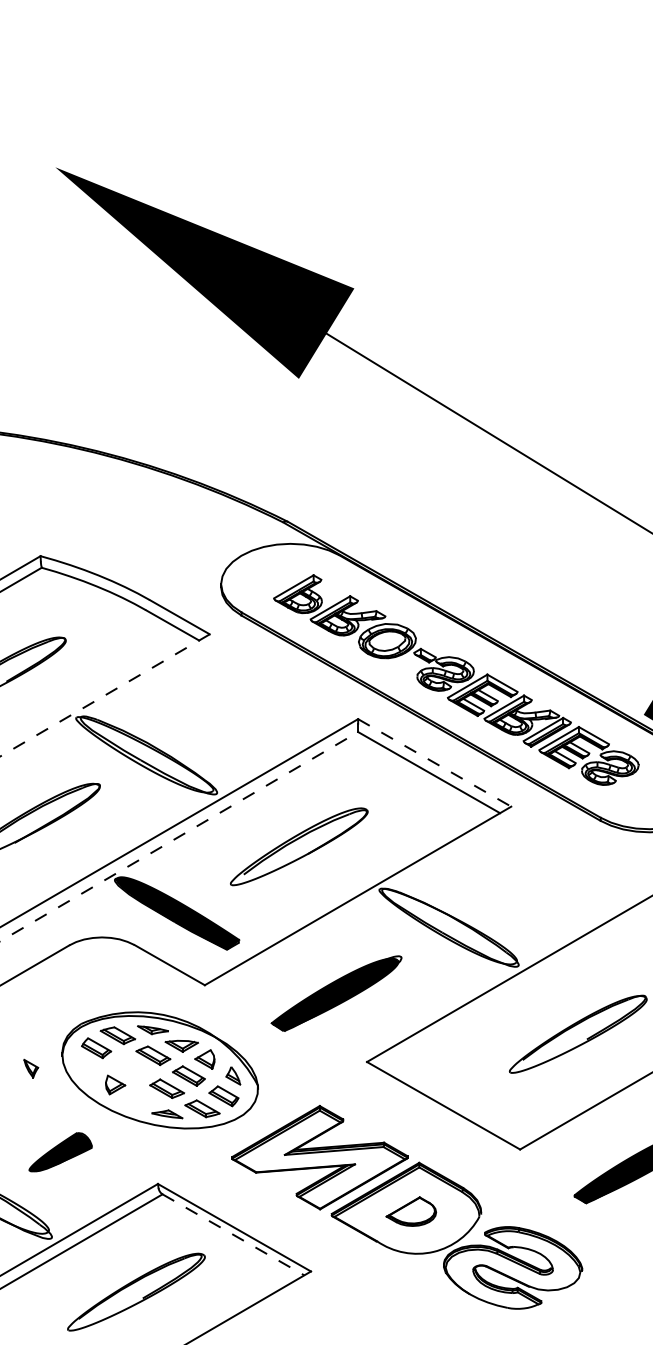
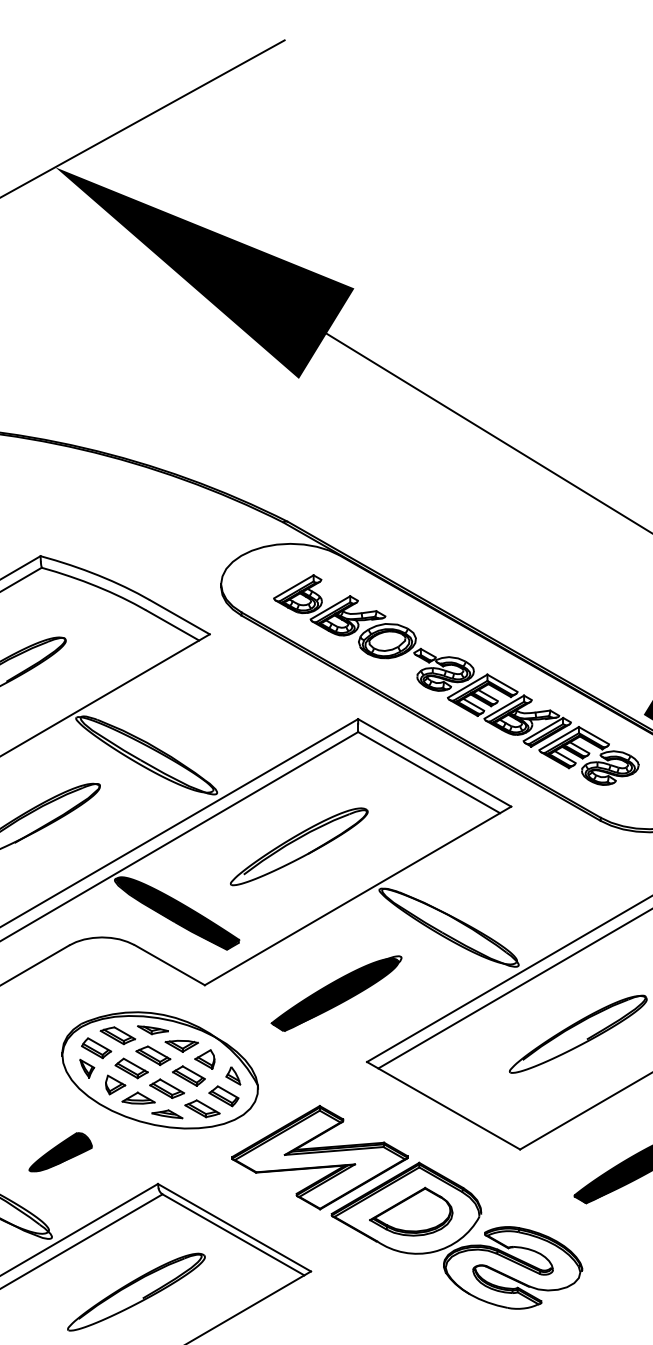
line at (143, 118): none -> present
line at (105, 695): dashed -> solid
line at (435, 763): dashed -> solid
line at (179, 836): dashed -> solid
line at (513, 989): none -> present
part at (31, 1068) position: (31, 1068) -> (87, 1068)
part at (131, 1068): none -> present
part at (138, 1097): none -> present
part at (411, 1211) size: 53x31 px -> 85x51 px
line at (233, 1234): dashed -> solid
